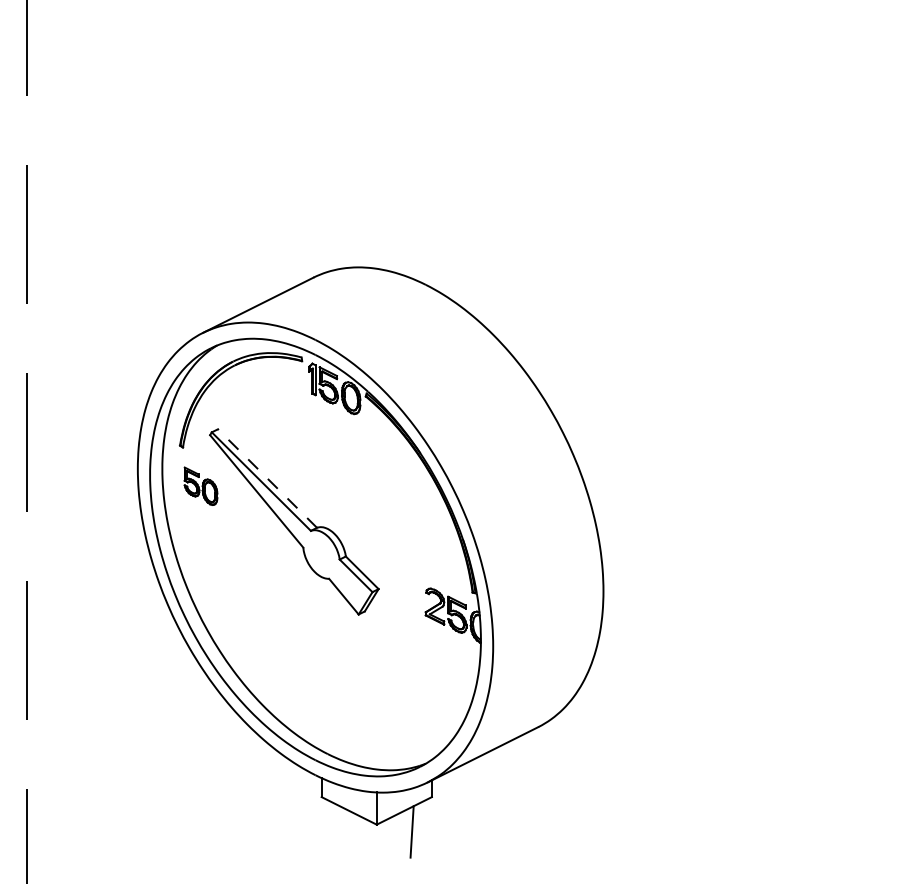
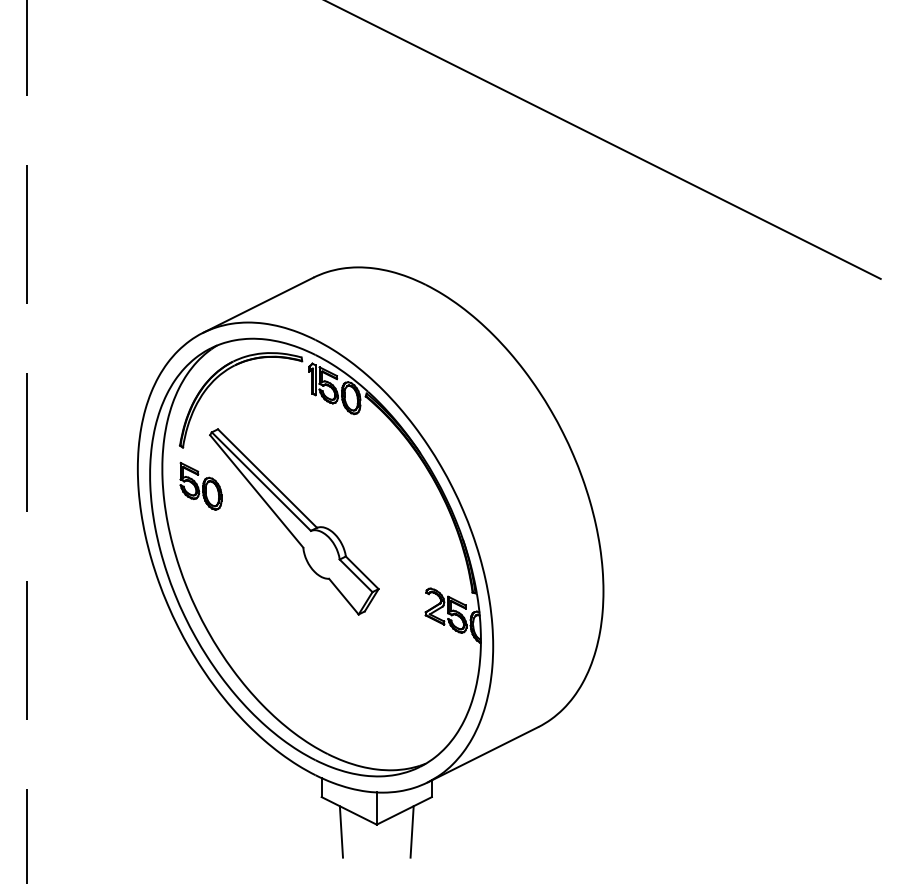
line at (603, 140): none -> present
line at (267, 478): dashed -> solid
part at (200, 485) size: 36x40 px -> 44x50 px
line at (341, 831): none -> present
